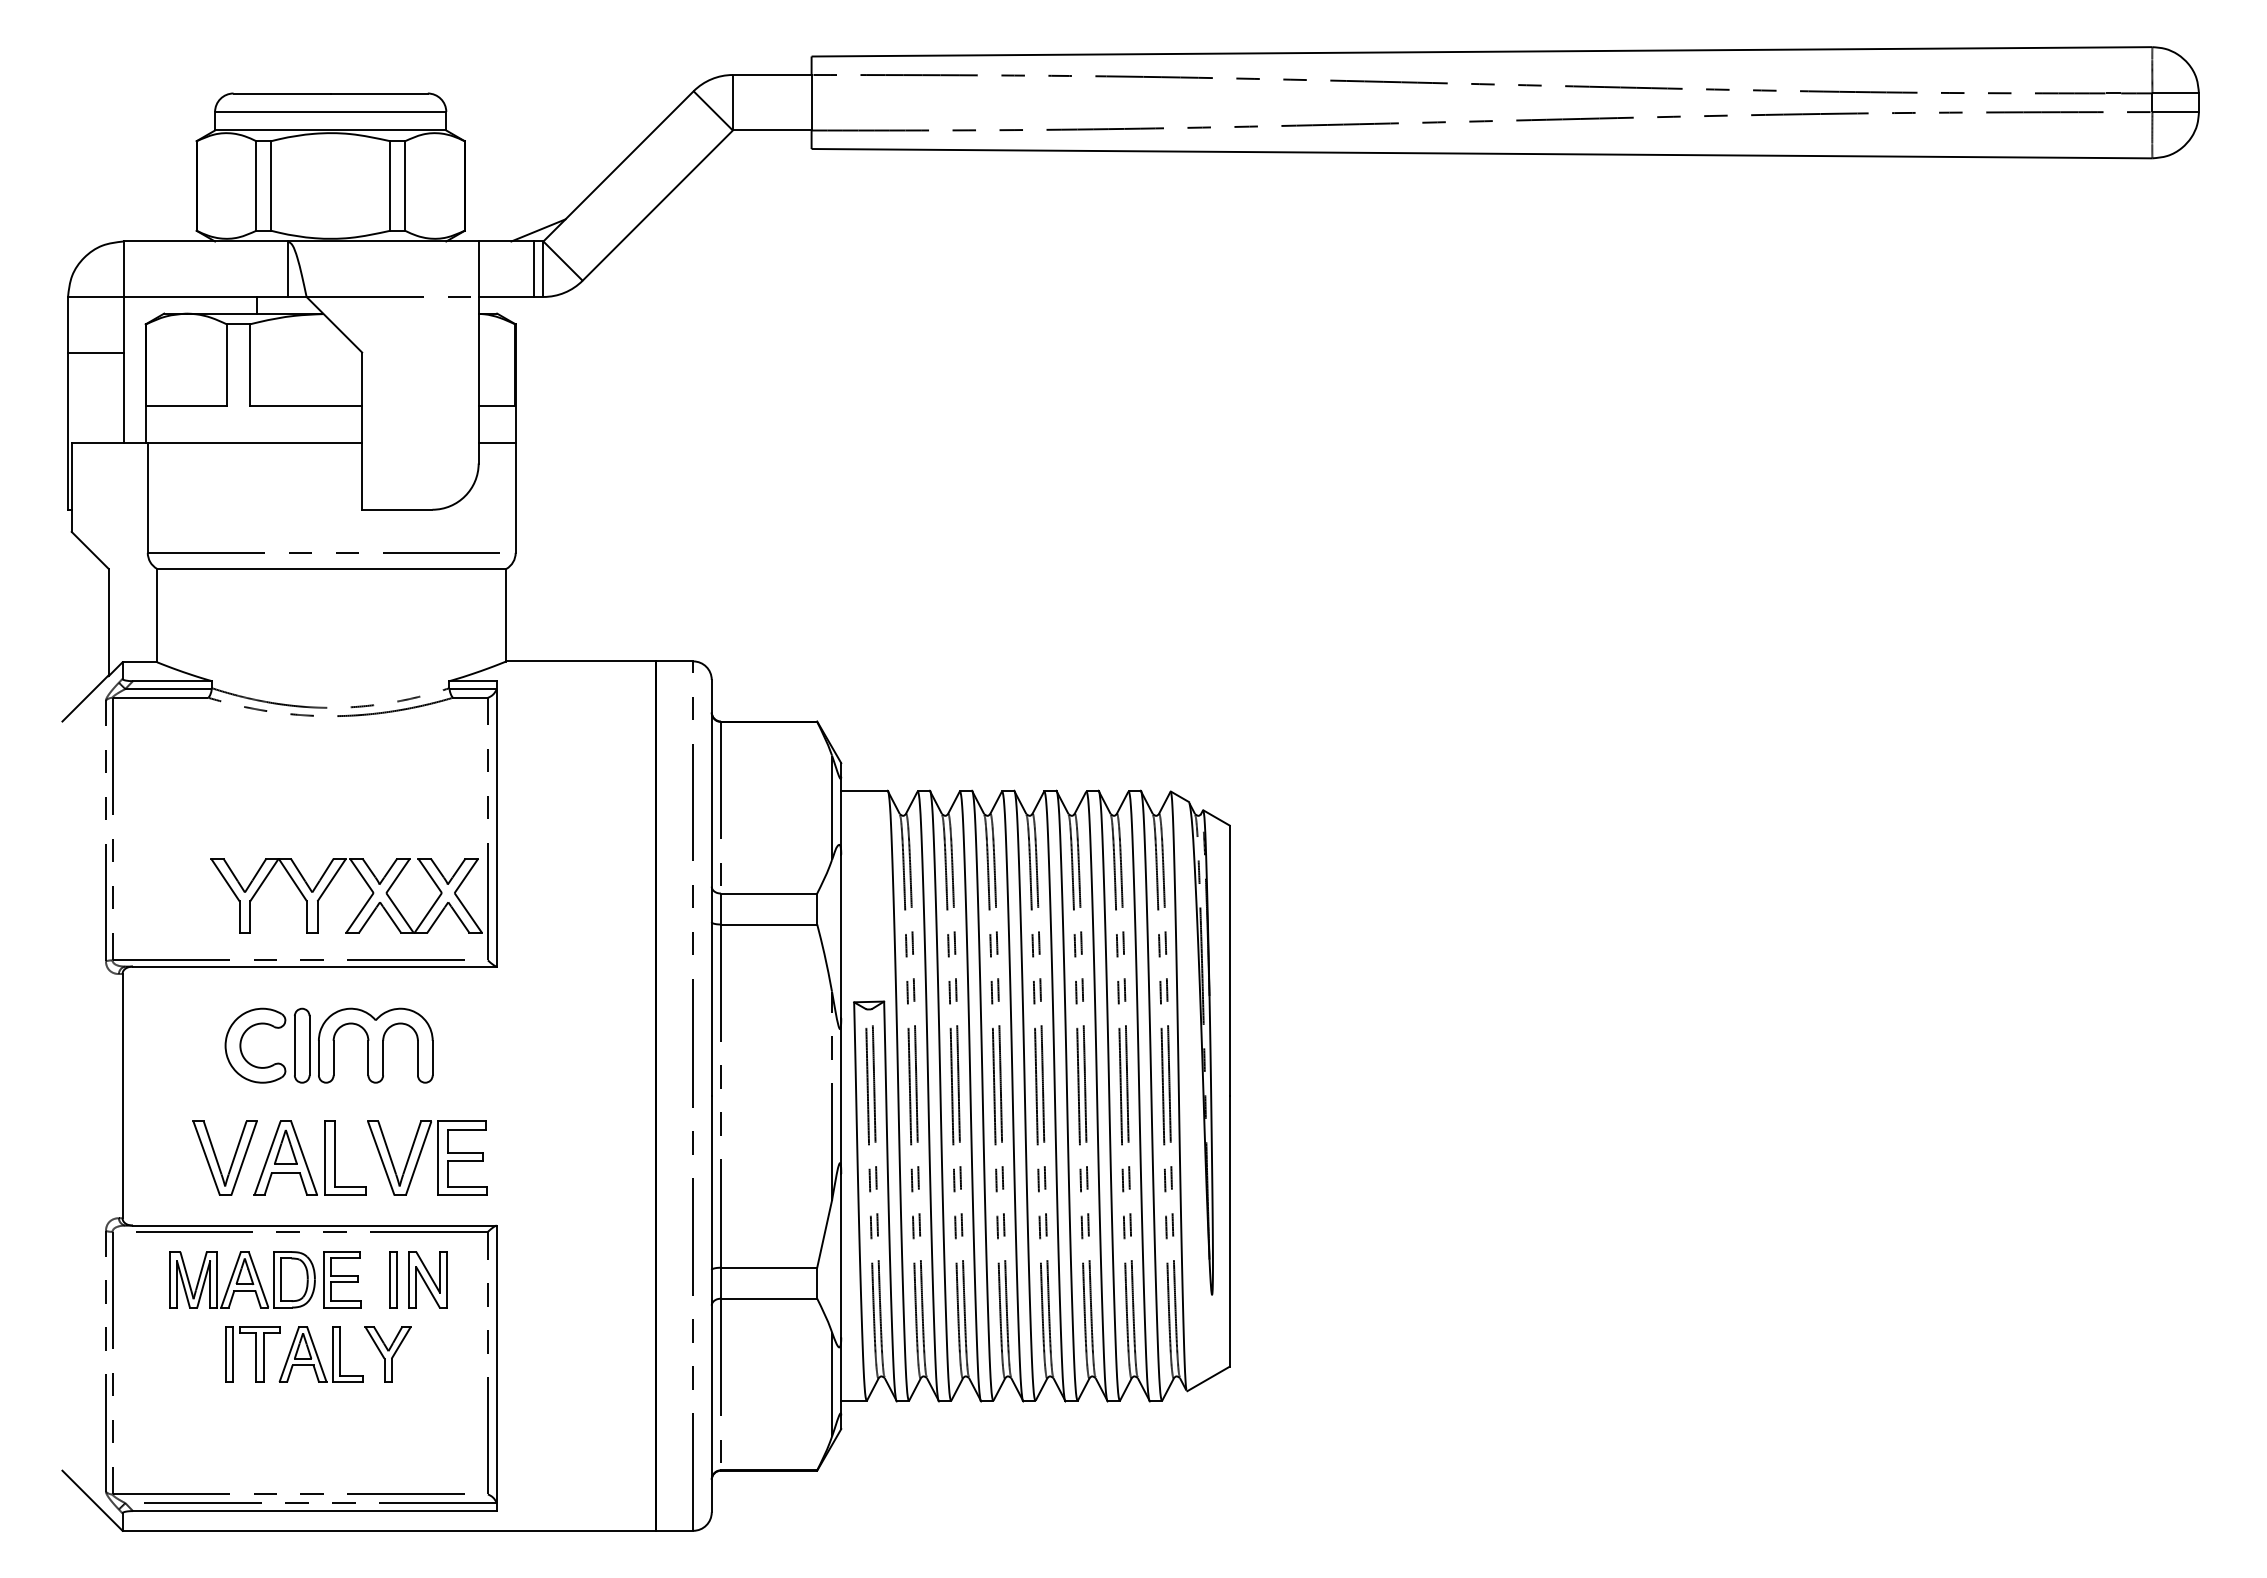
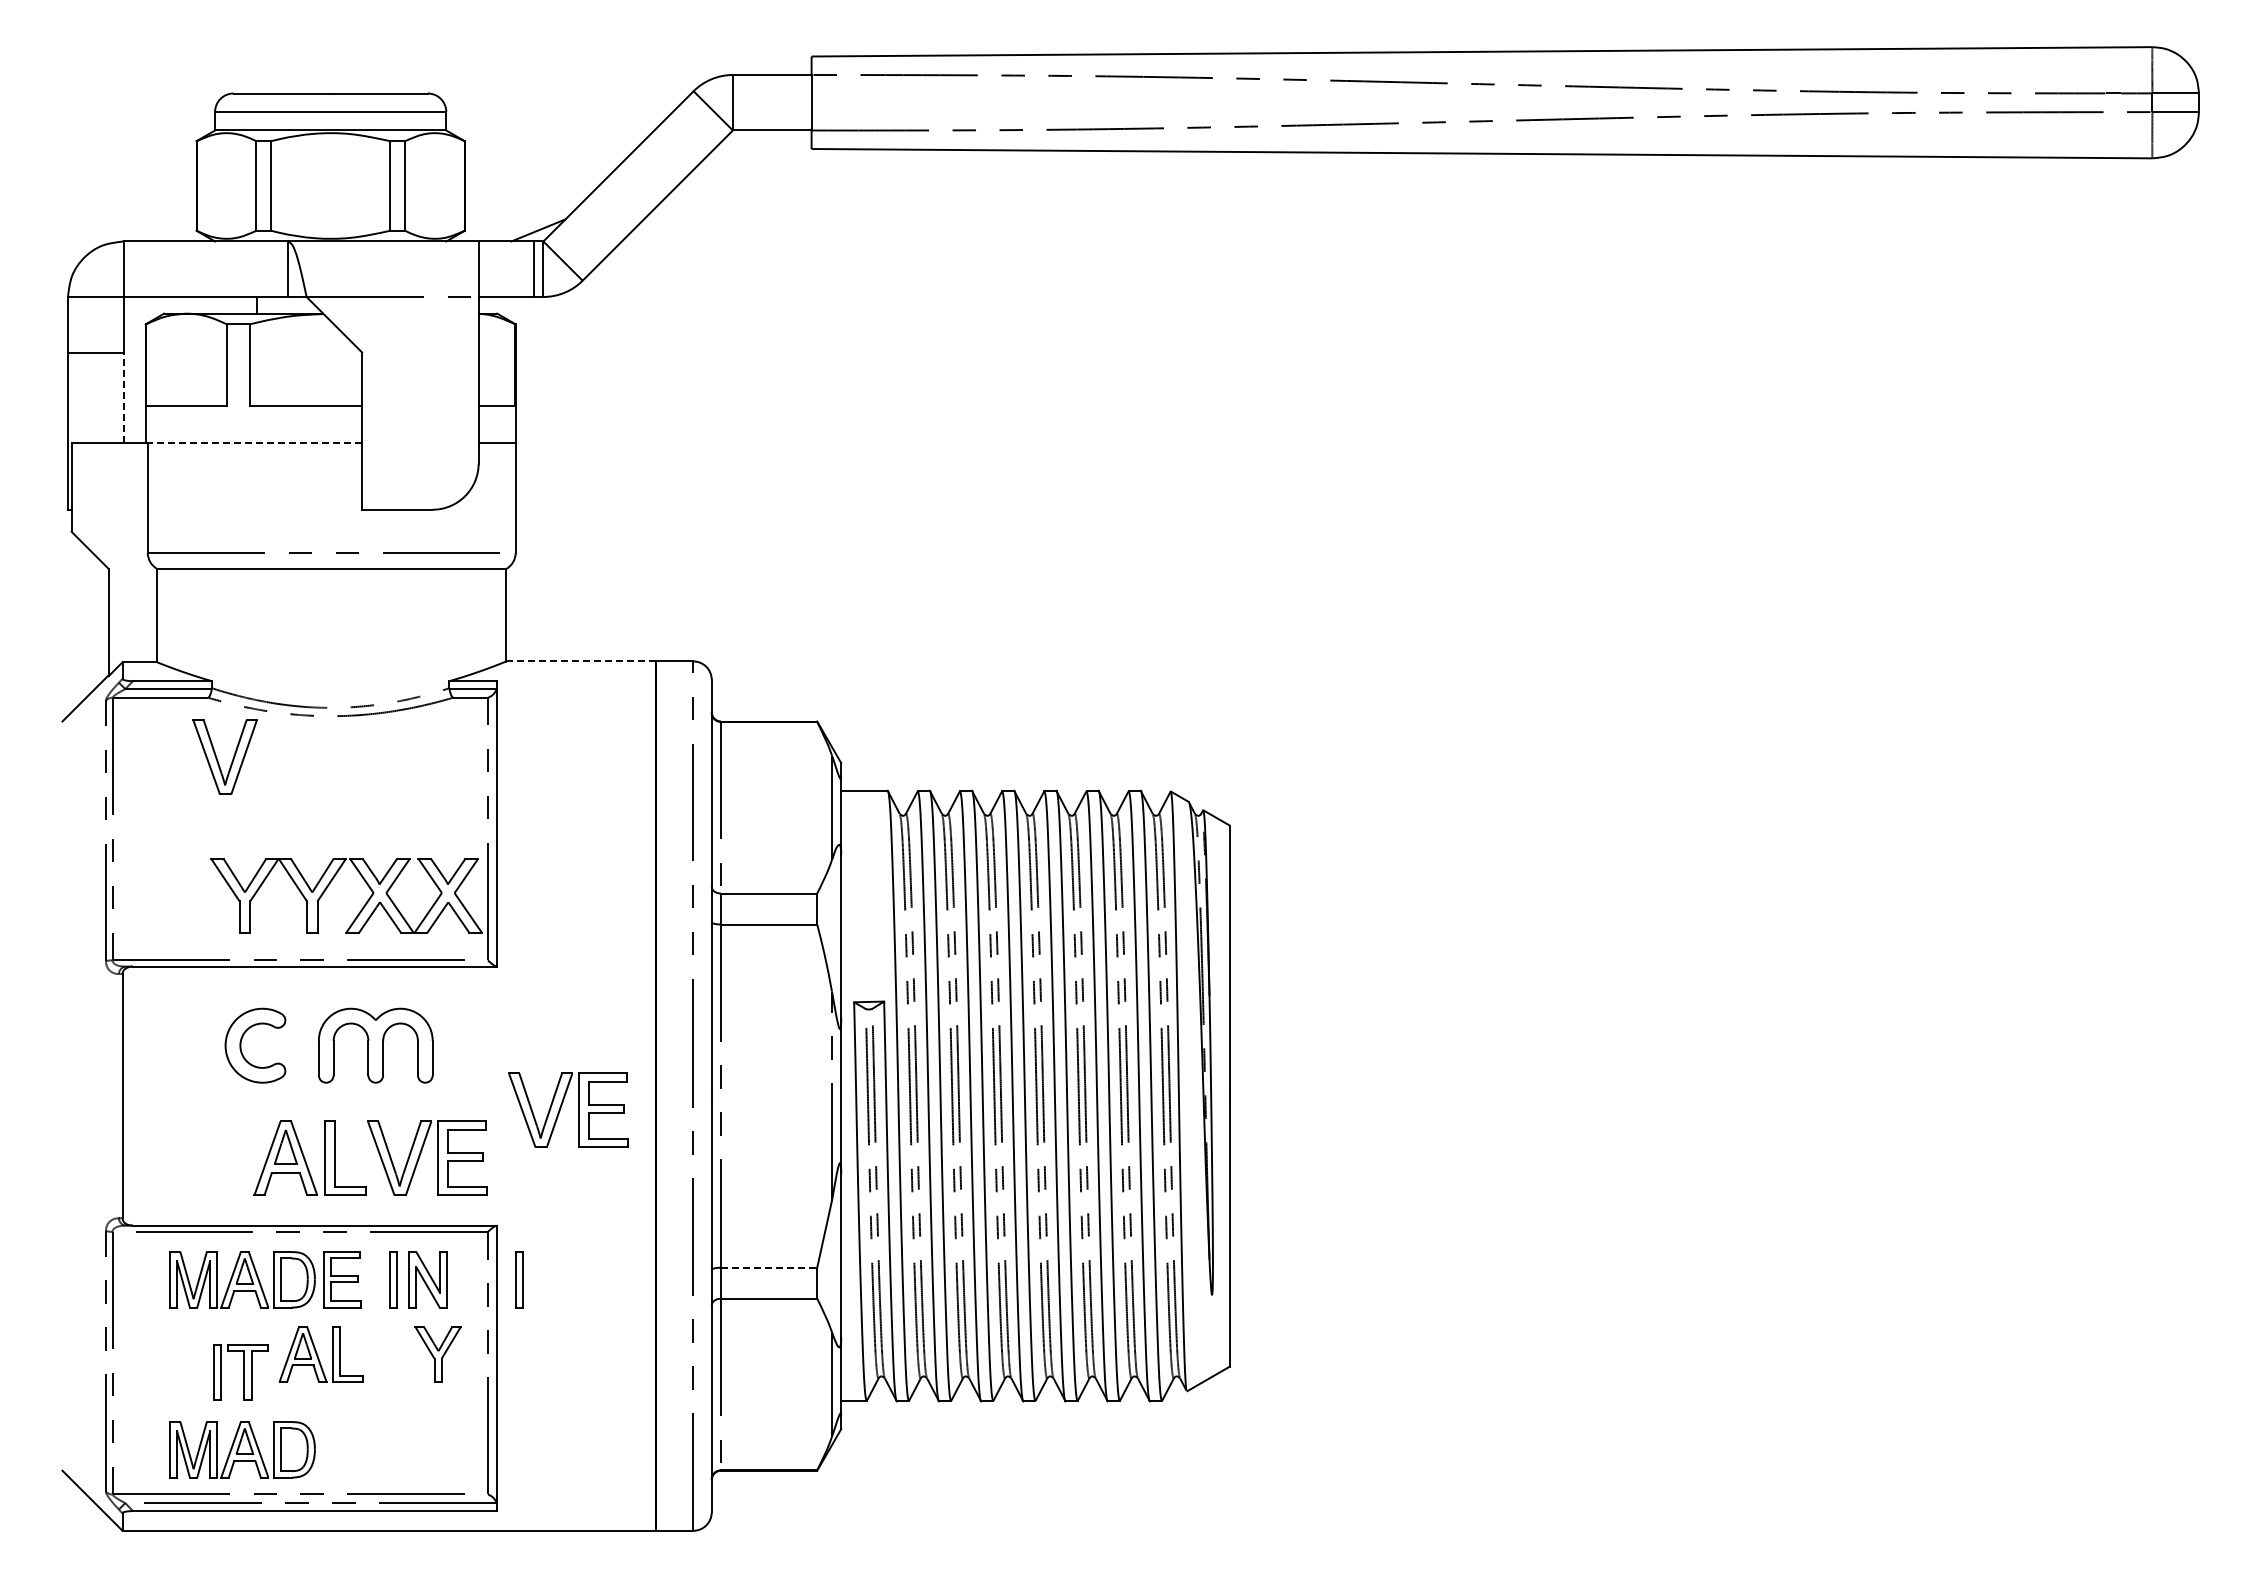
line at (123, 397): solid -> dashed
line at (254, 443): solid -> dashed
line at (580, 661): solid -> dashed
part at (302, 1045): present -> none
part at (561, 1108): none -> present
part at (217, 1158) position: (217, 1158) -> (217, 757)
line at (769, 1267): solid -> dashed
part at (519, 1279): none -> present
part at (252, 1354) position: (252, 1354) -> (240, 1372)
part at (387, 1354) position: (387, 1354) -> (437, 1354)
part at (242, 1449): none -> present
